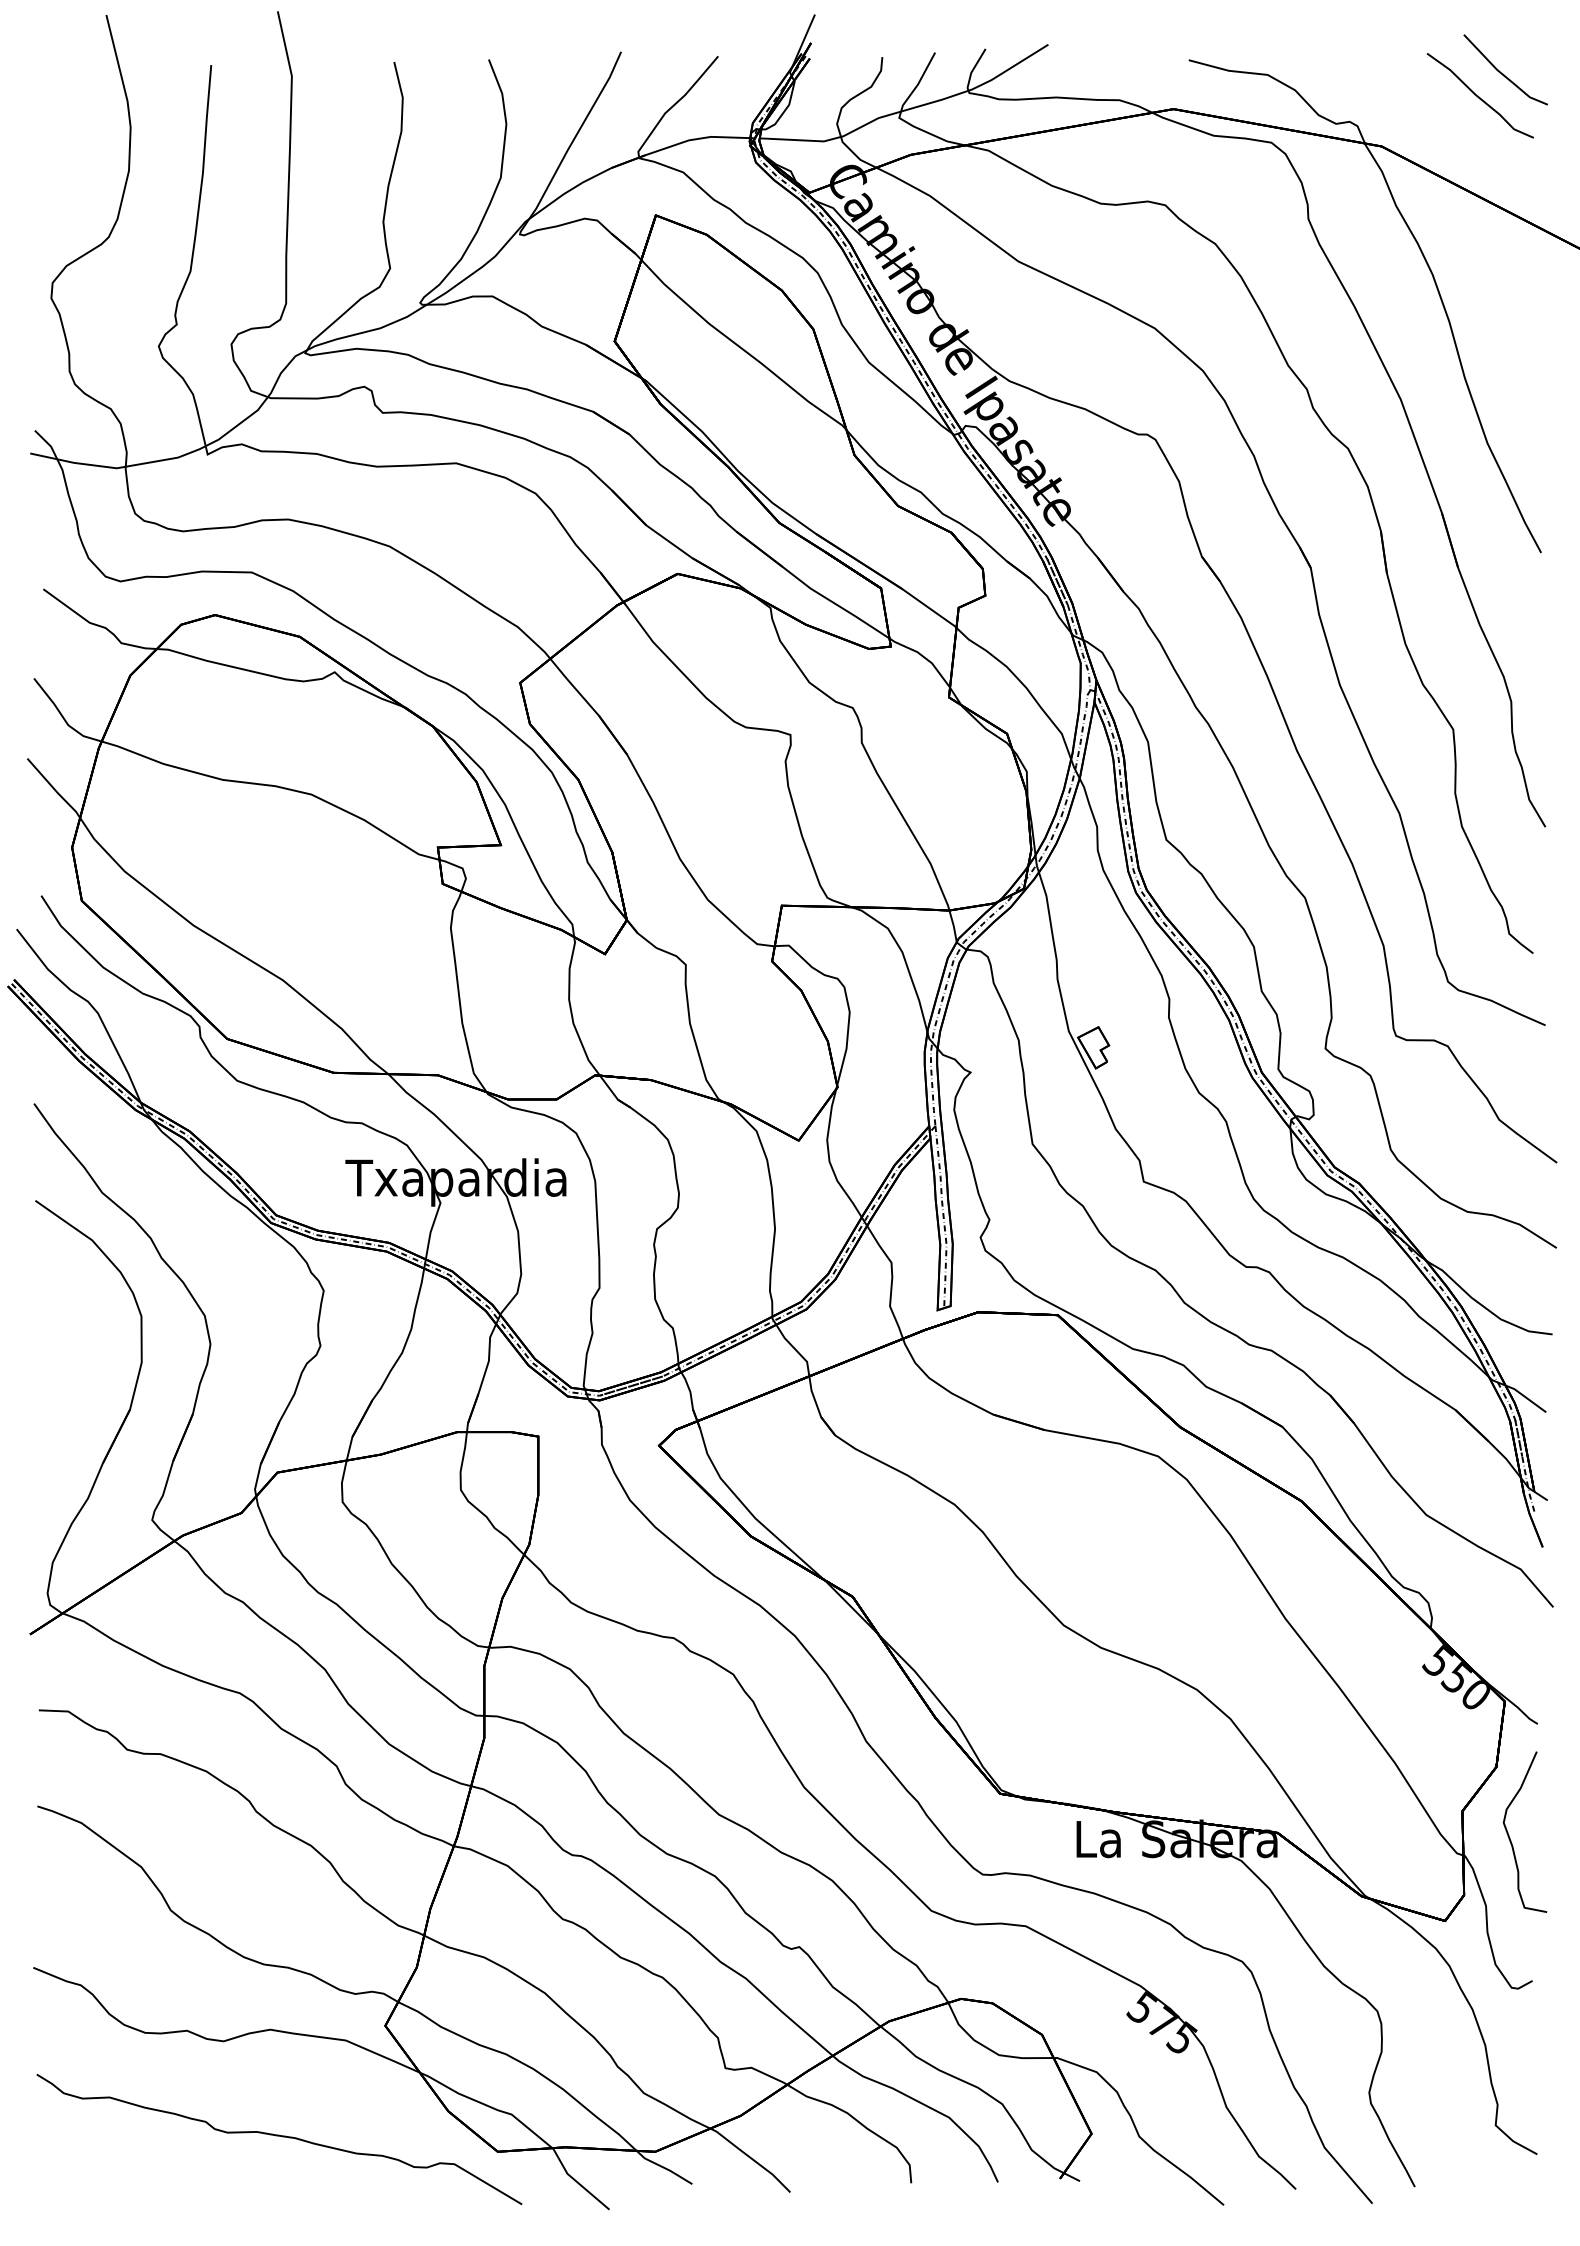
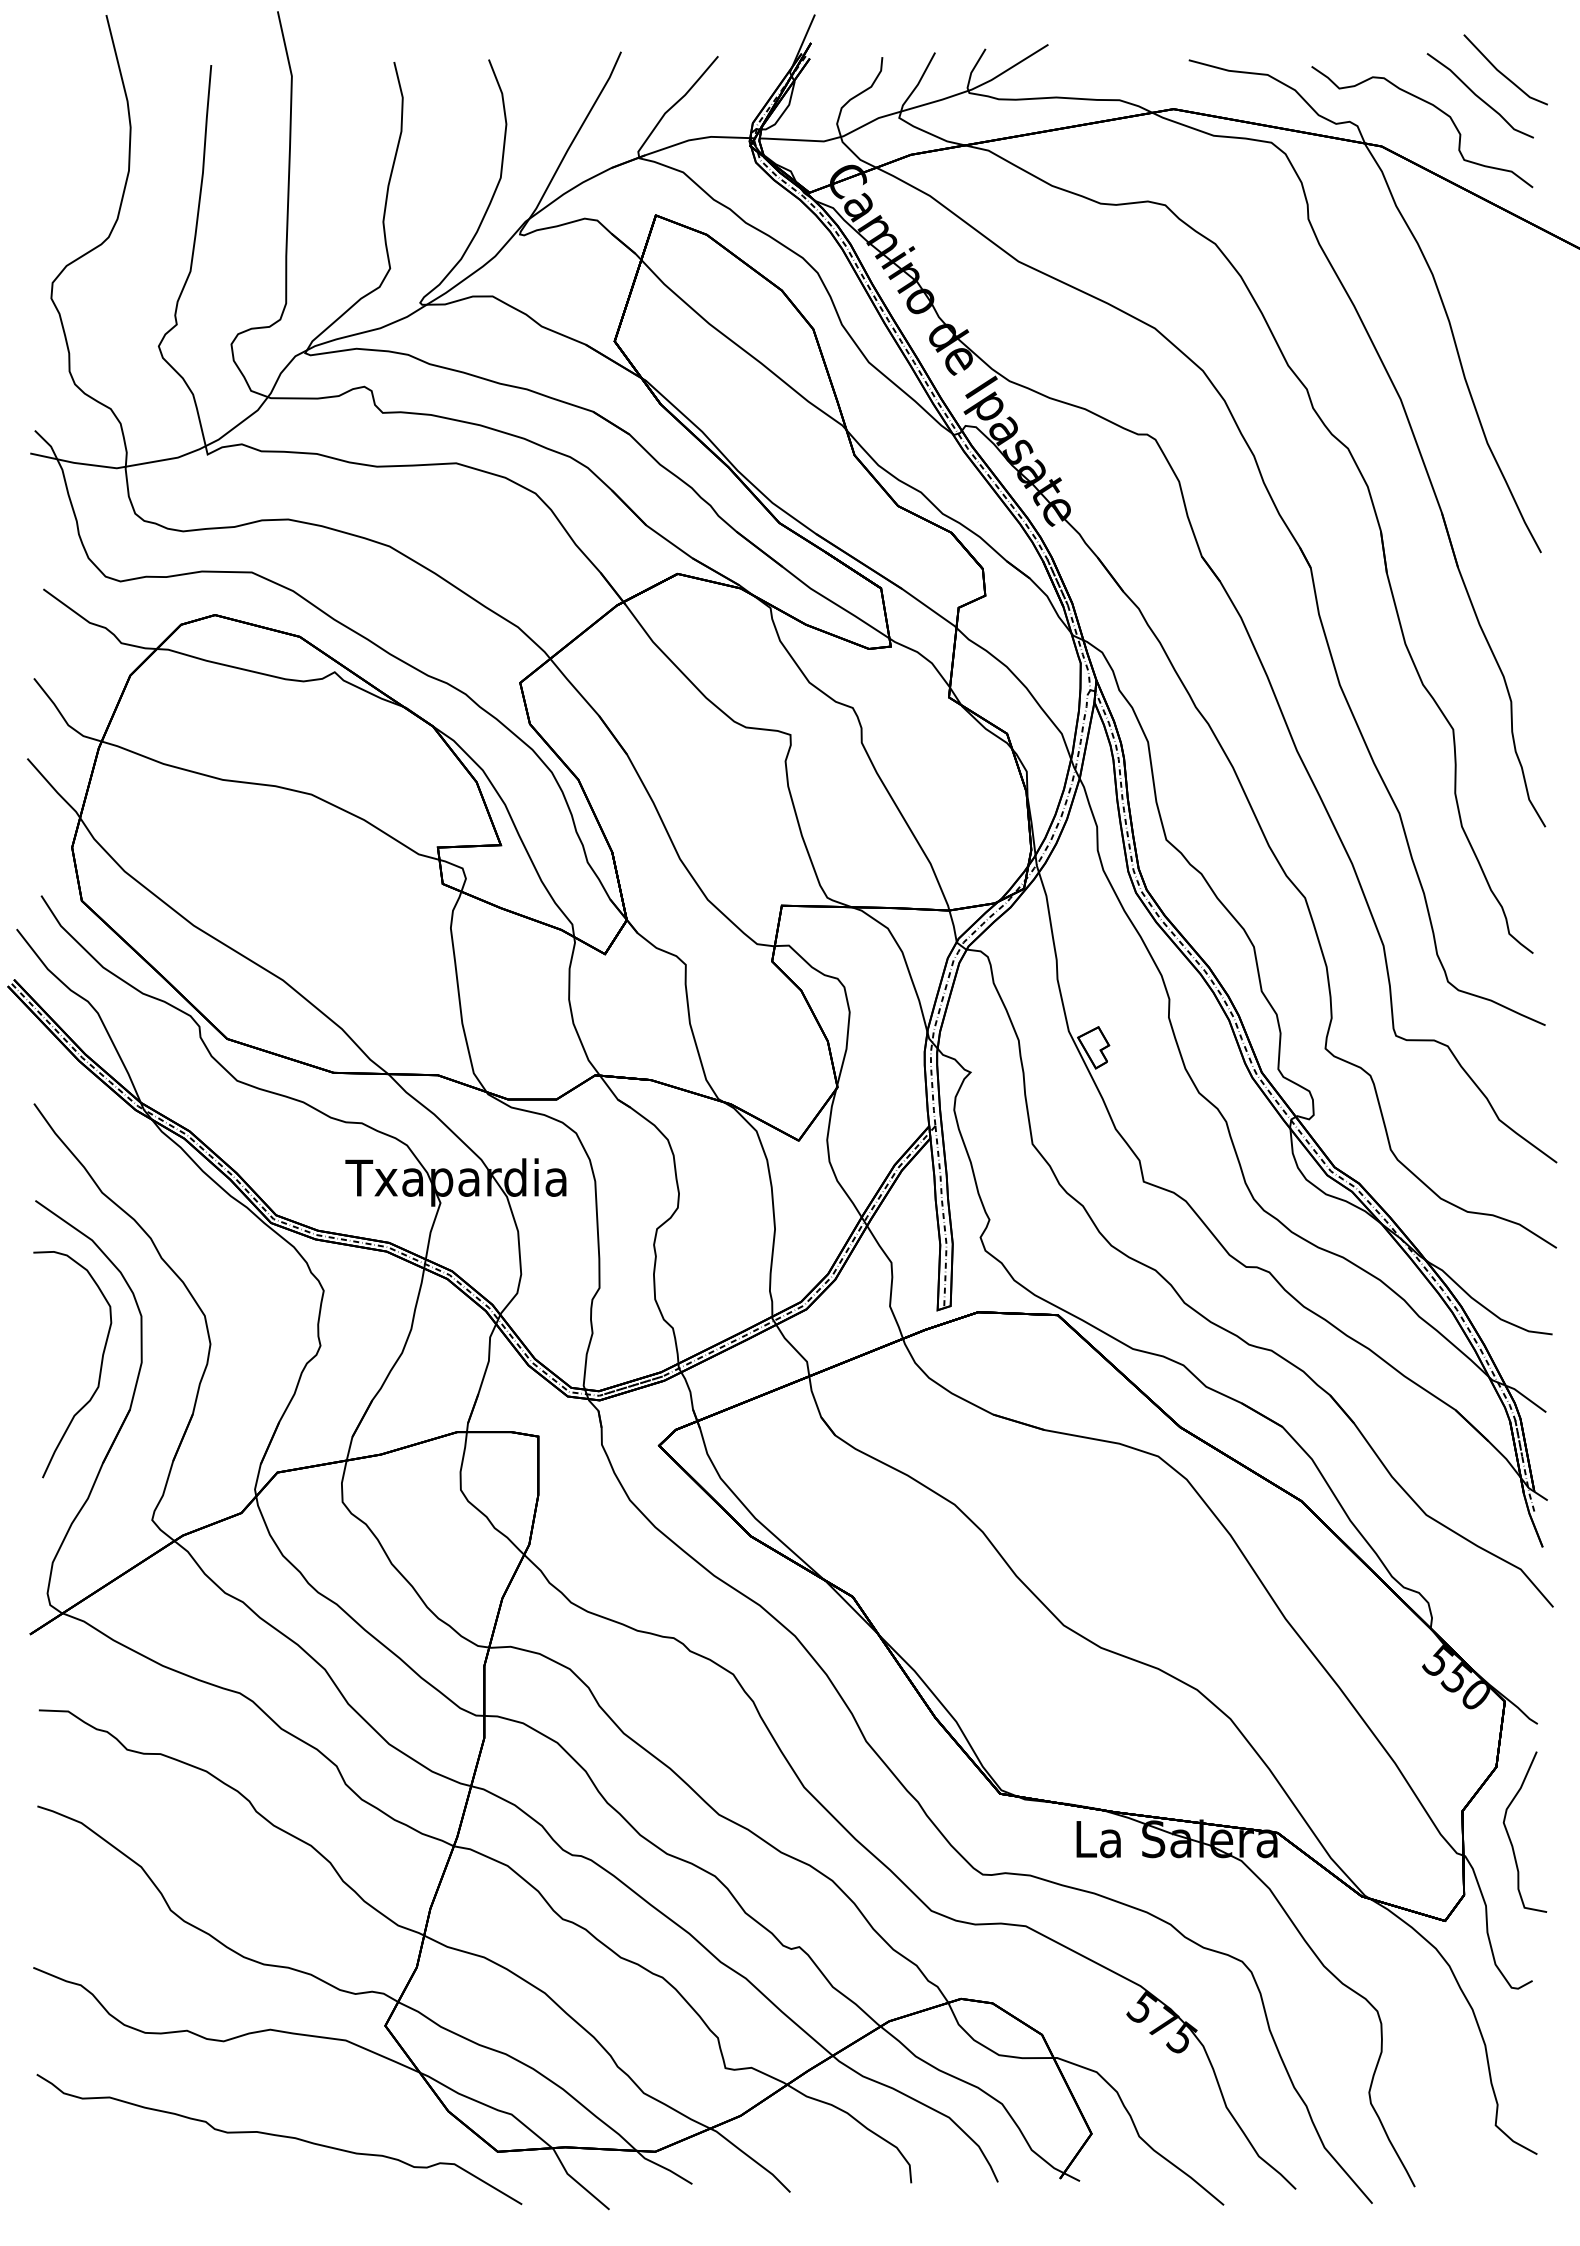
curve at (1434, 107): none -> present
curve at (99, 1371): none -> present
